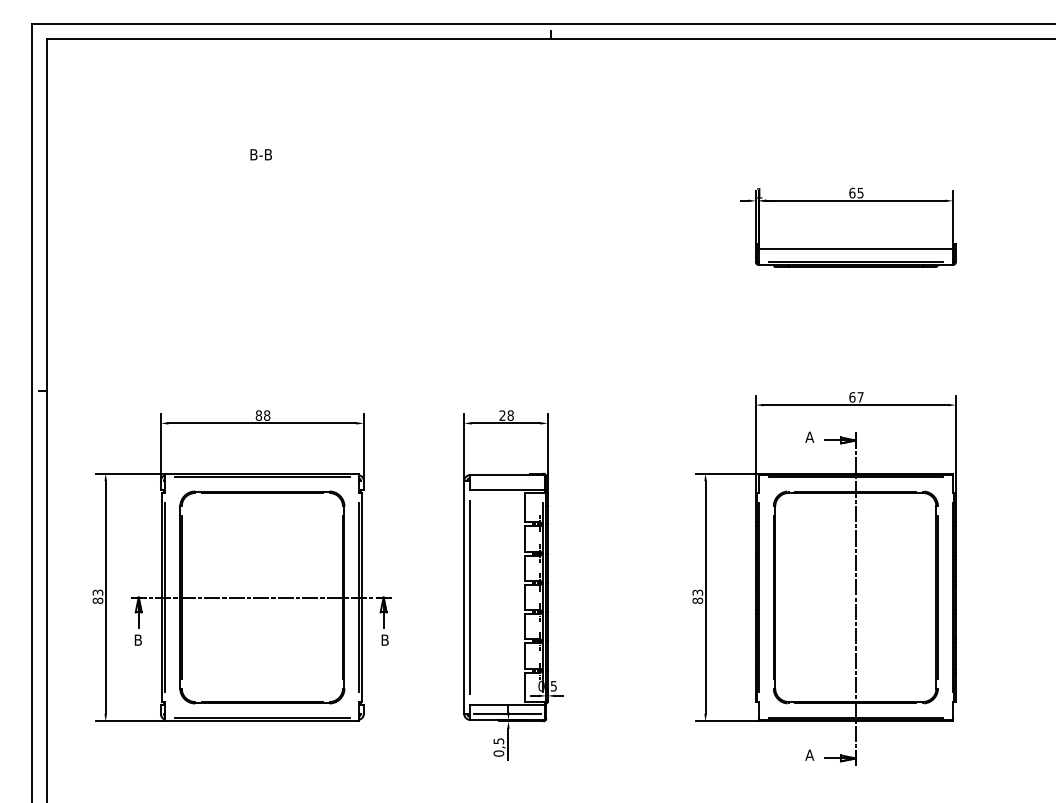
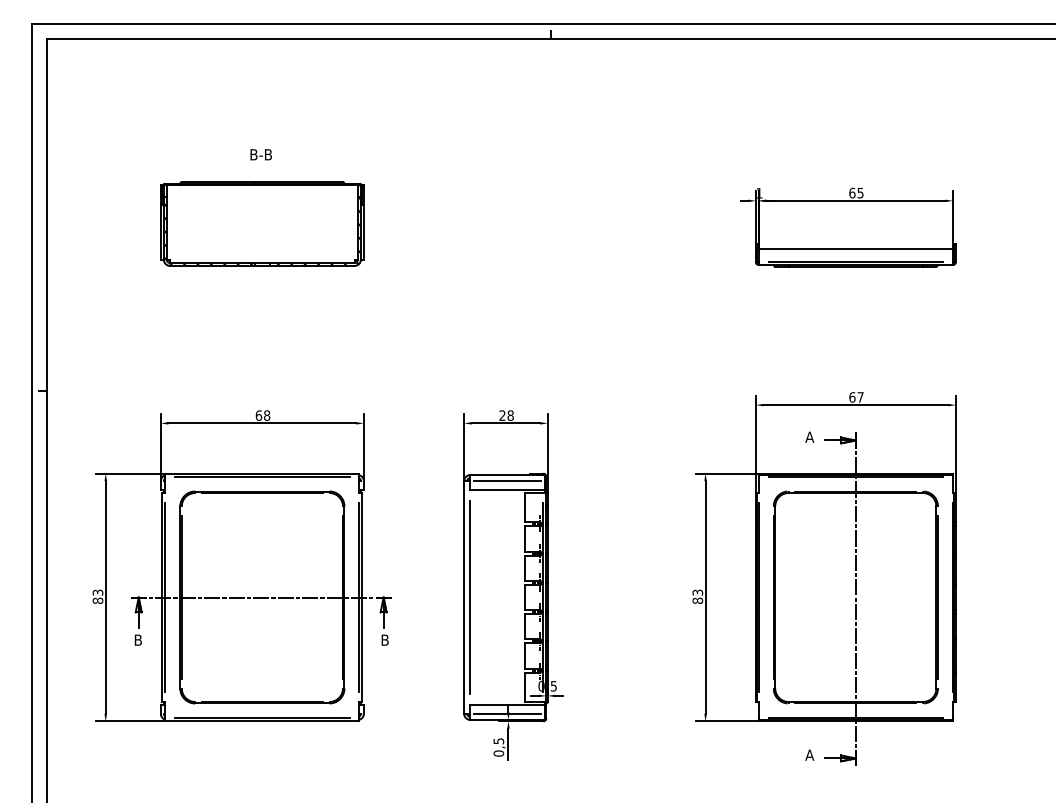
part at (262, 223): none -> present
text at (258, 415): 88 -> 68
line at (507, 481): none -> present
